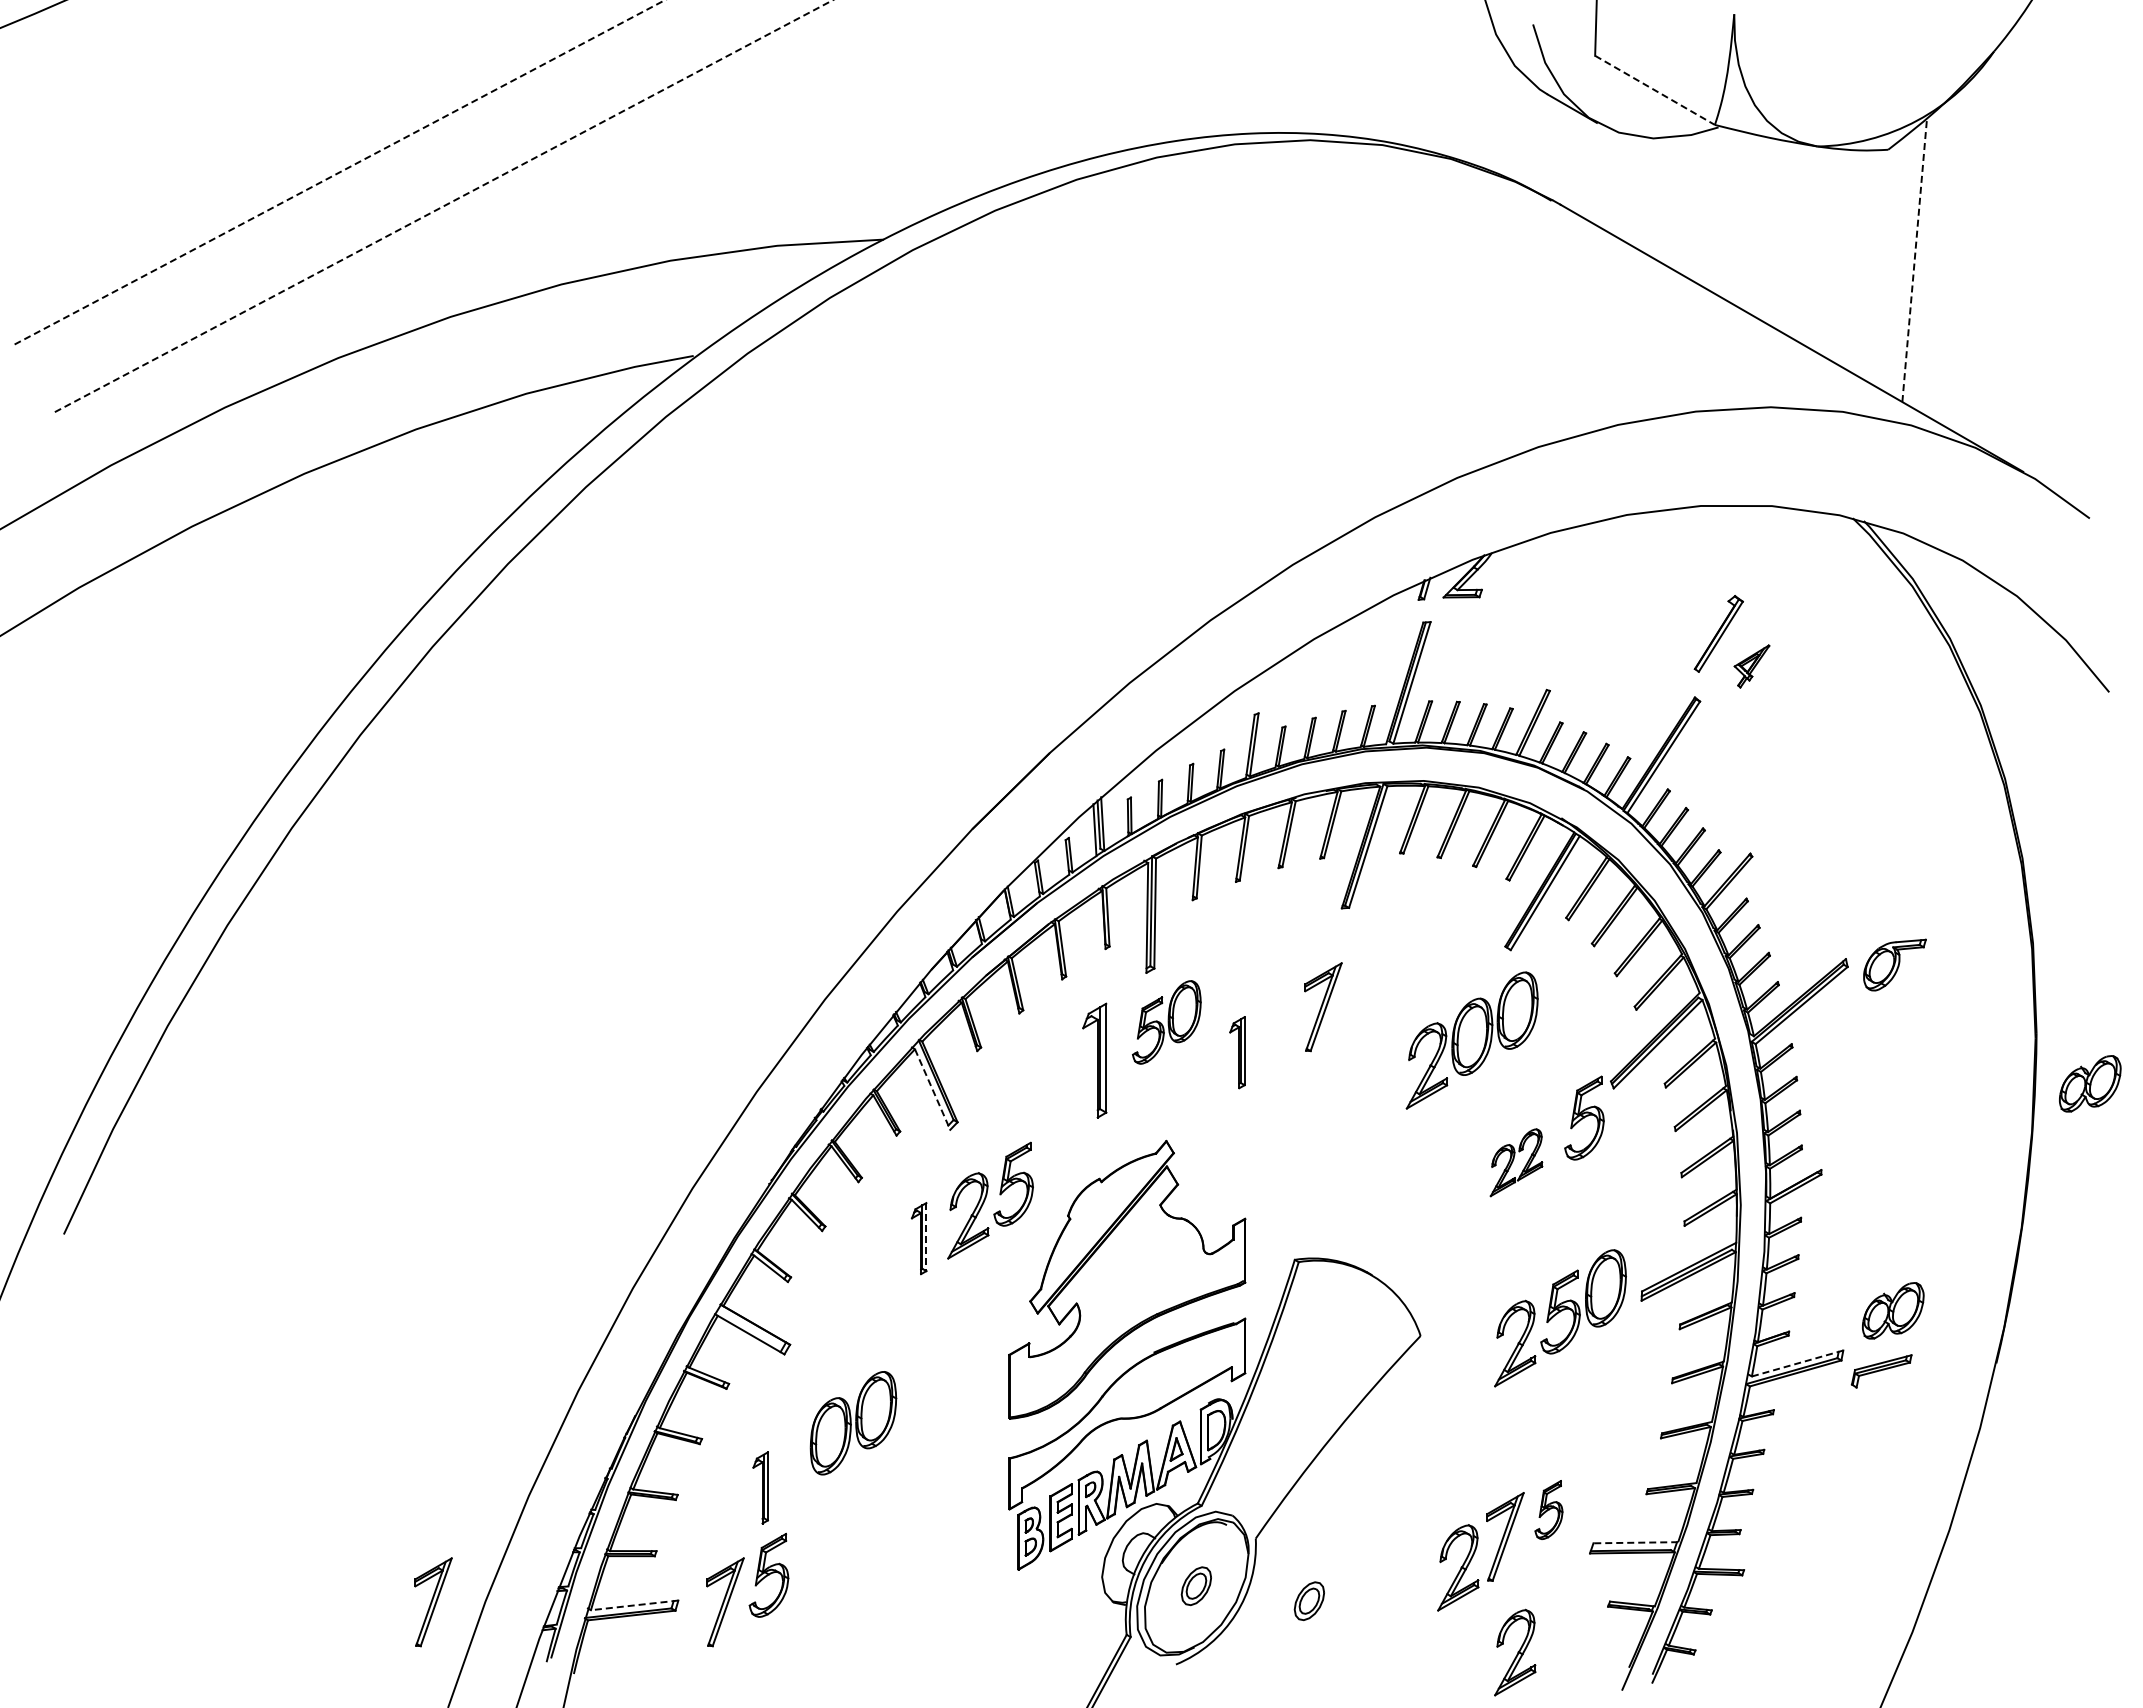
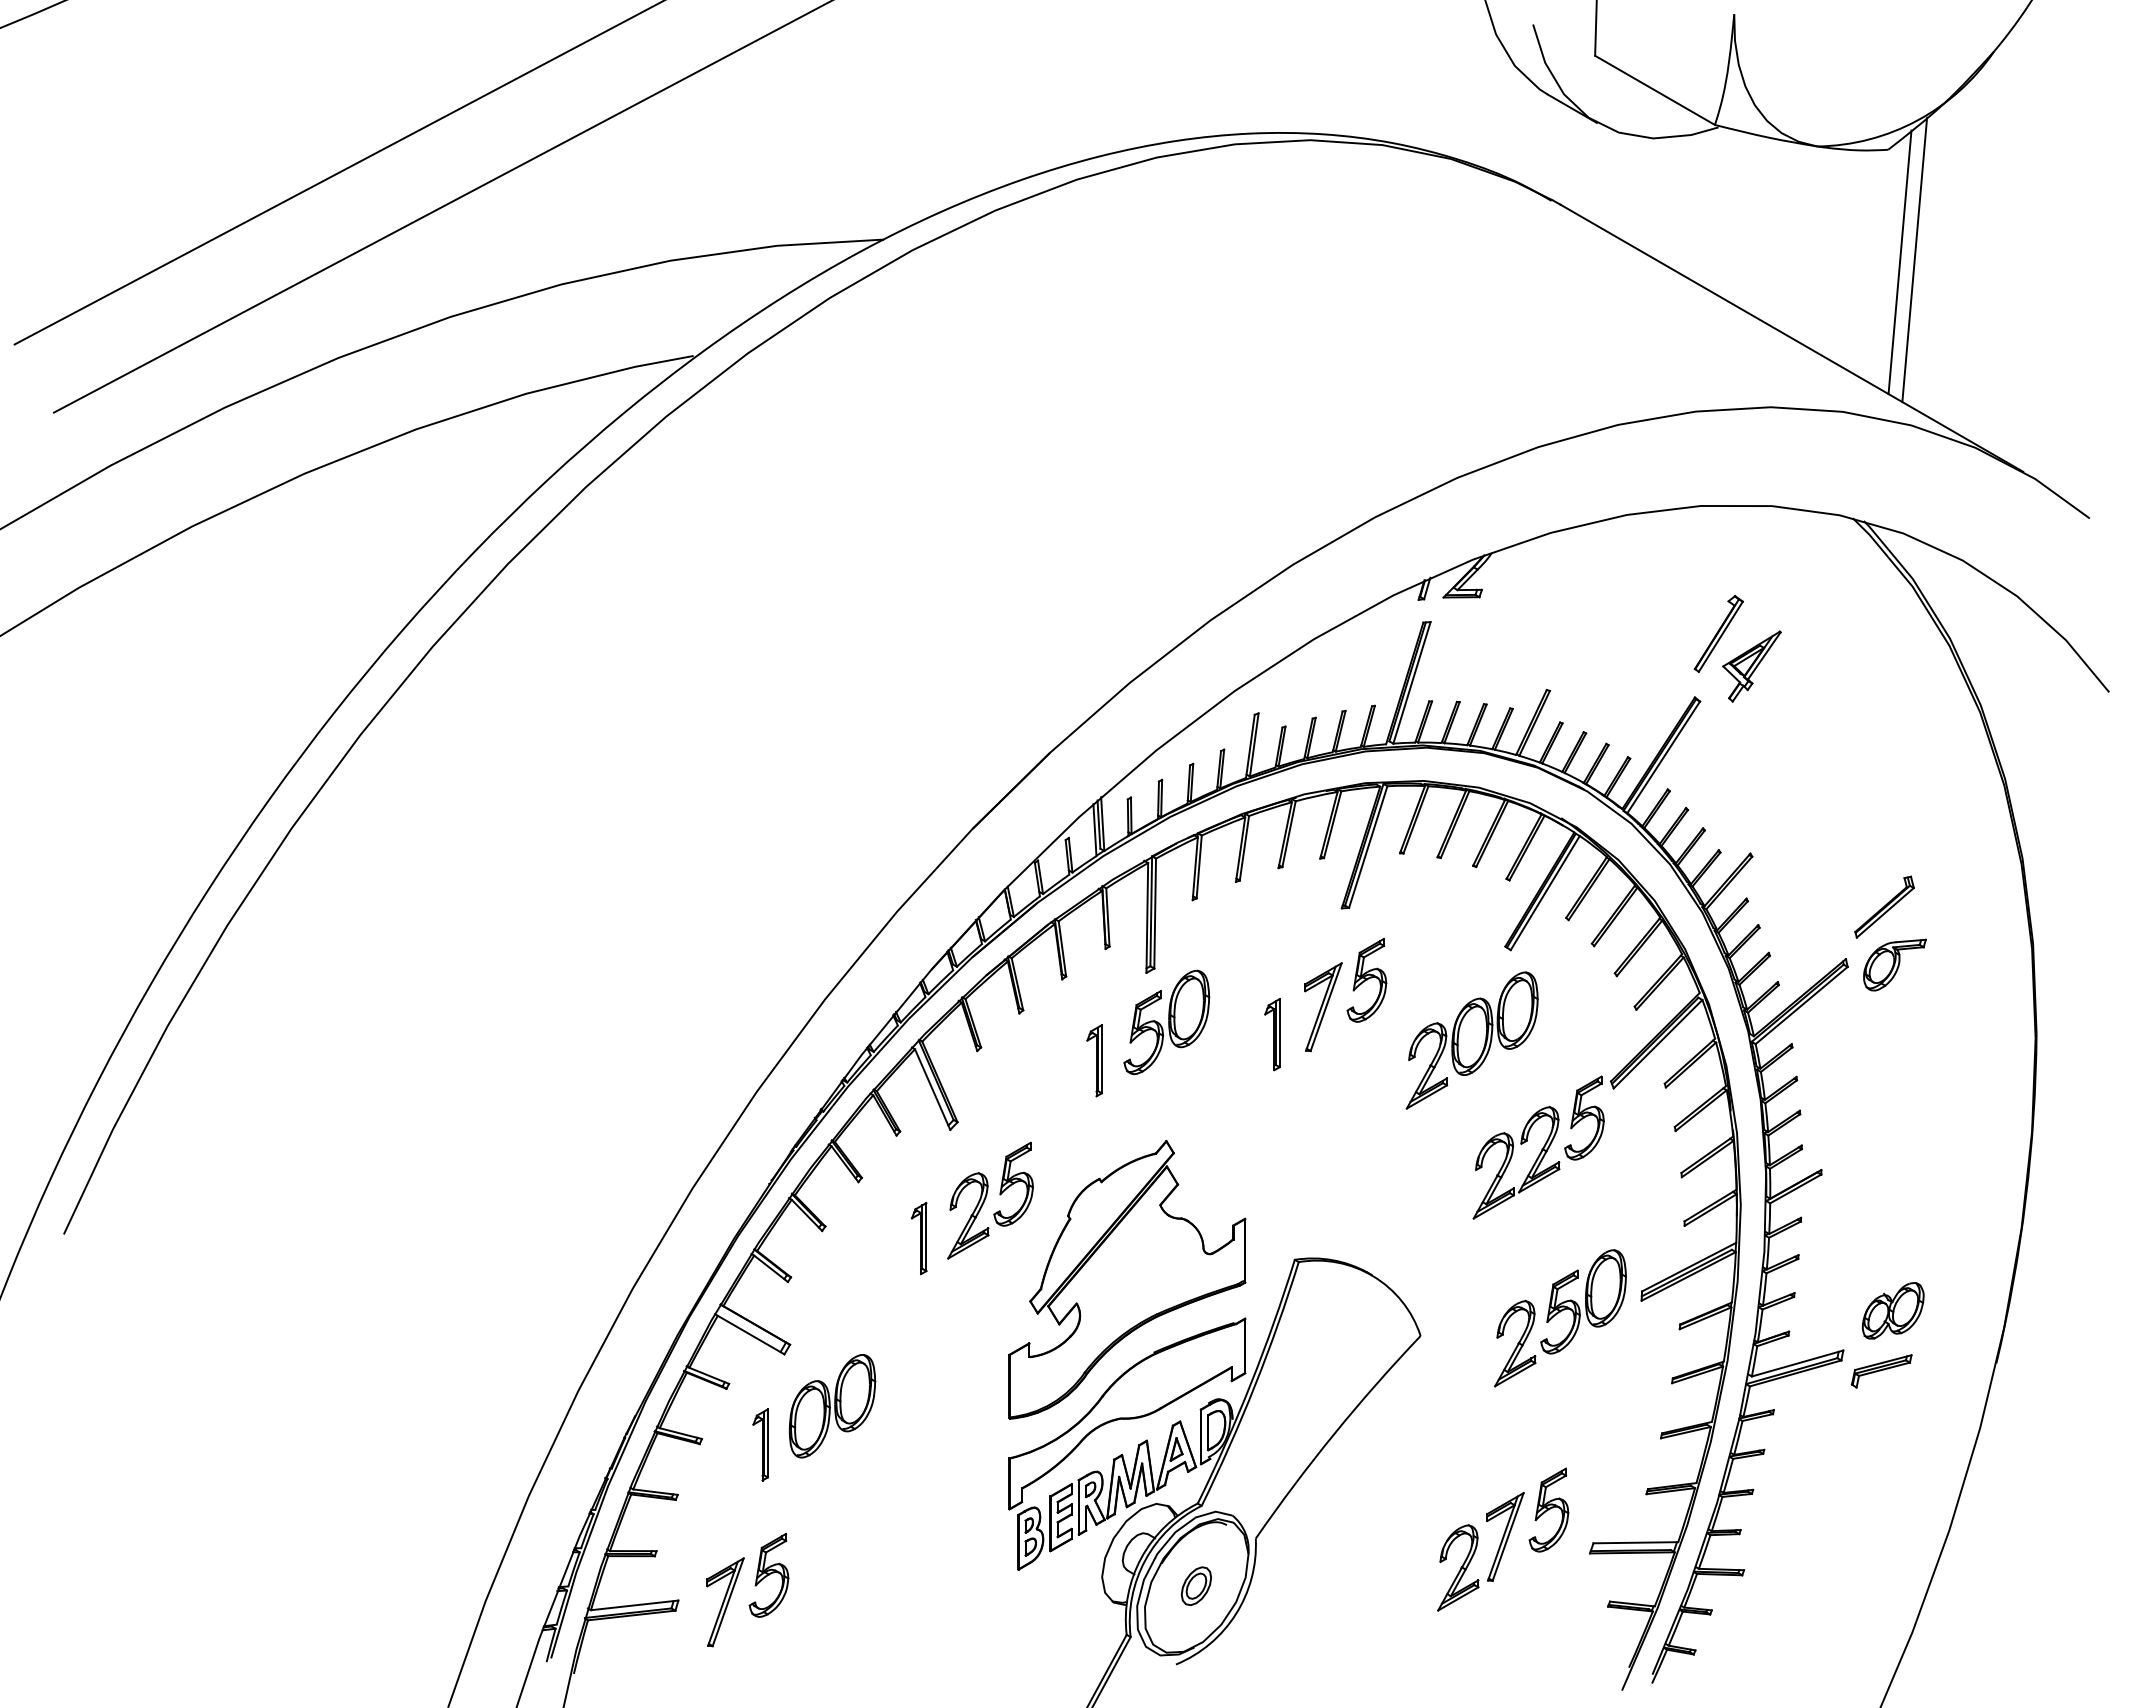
line at (1655, 90): dashed -> solid
line at (339, 172): dashed -> solid
line at (443, 206): dashed -> solid
line at (1914, 259): dashed -> solid
line at (1899, 262): none -> present
part at (1751, 666) size: 38x45 px -> 60x73 px
part at (1884, 906): none -> present
part at (1366, 979): none -> present
part at (1166, 1022) size: 70x85 px -> 88x107 px
part at (1237, 1052) position: (1237, 1052) -> (1272, 1034)
part at (1094, 1060) size: 26x117 px -> 17x74 px
part at (2090, 1083): present -> none
line at (932, 1090): dashed -> solid
part at (1516, 1162) size: 55x70 px -> 89x115 px
line at (926, 1237): dashed -> solid
line at (1797, 1363): dashed -> solid
part at (853, 1423) position: (853, 1423) -> (832, 1406)
part at (760, 1487) position: (760, 1487) -> (760, 1444)
part at (1548, 1509) size: 30x60 px -> 42x86 px
line at (1635, 1542): dashed -> solid
part at (1308, 1601): present -> none
part at (433, 1602): present -> none
line at (634, 1605): dashed -> solid
part at (1515, 1652): present -> none
